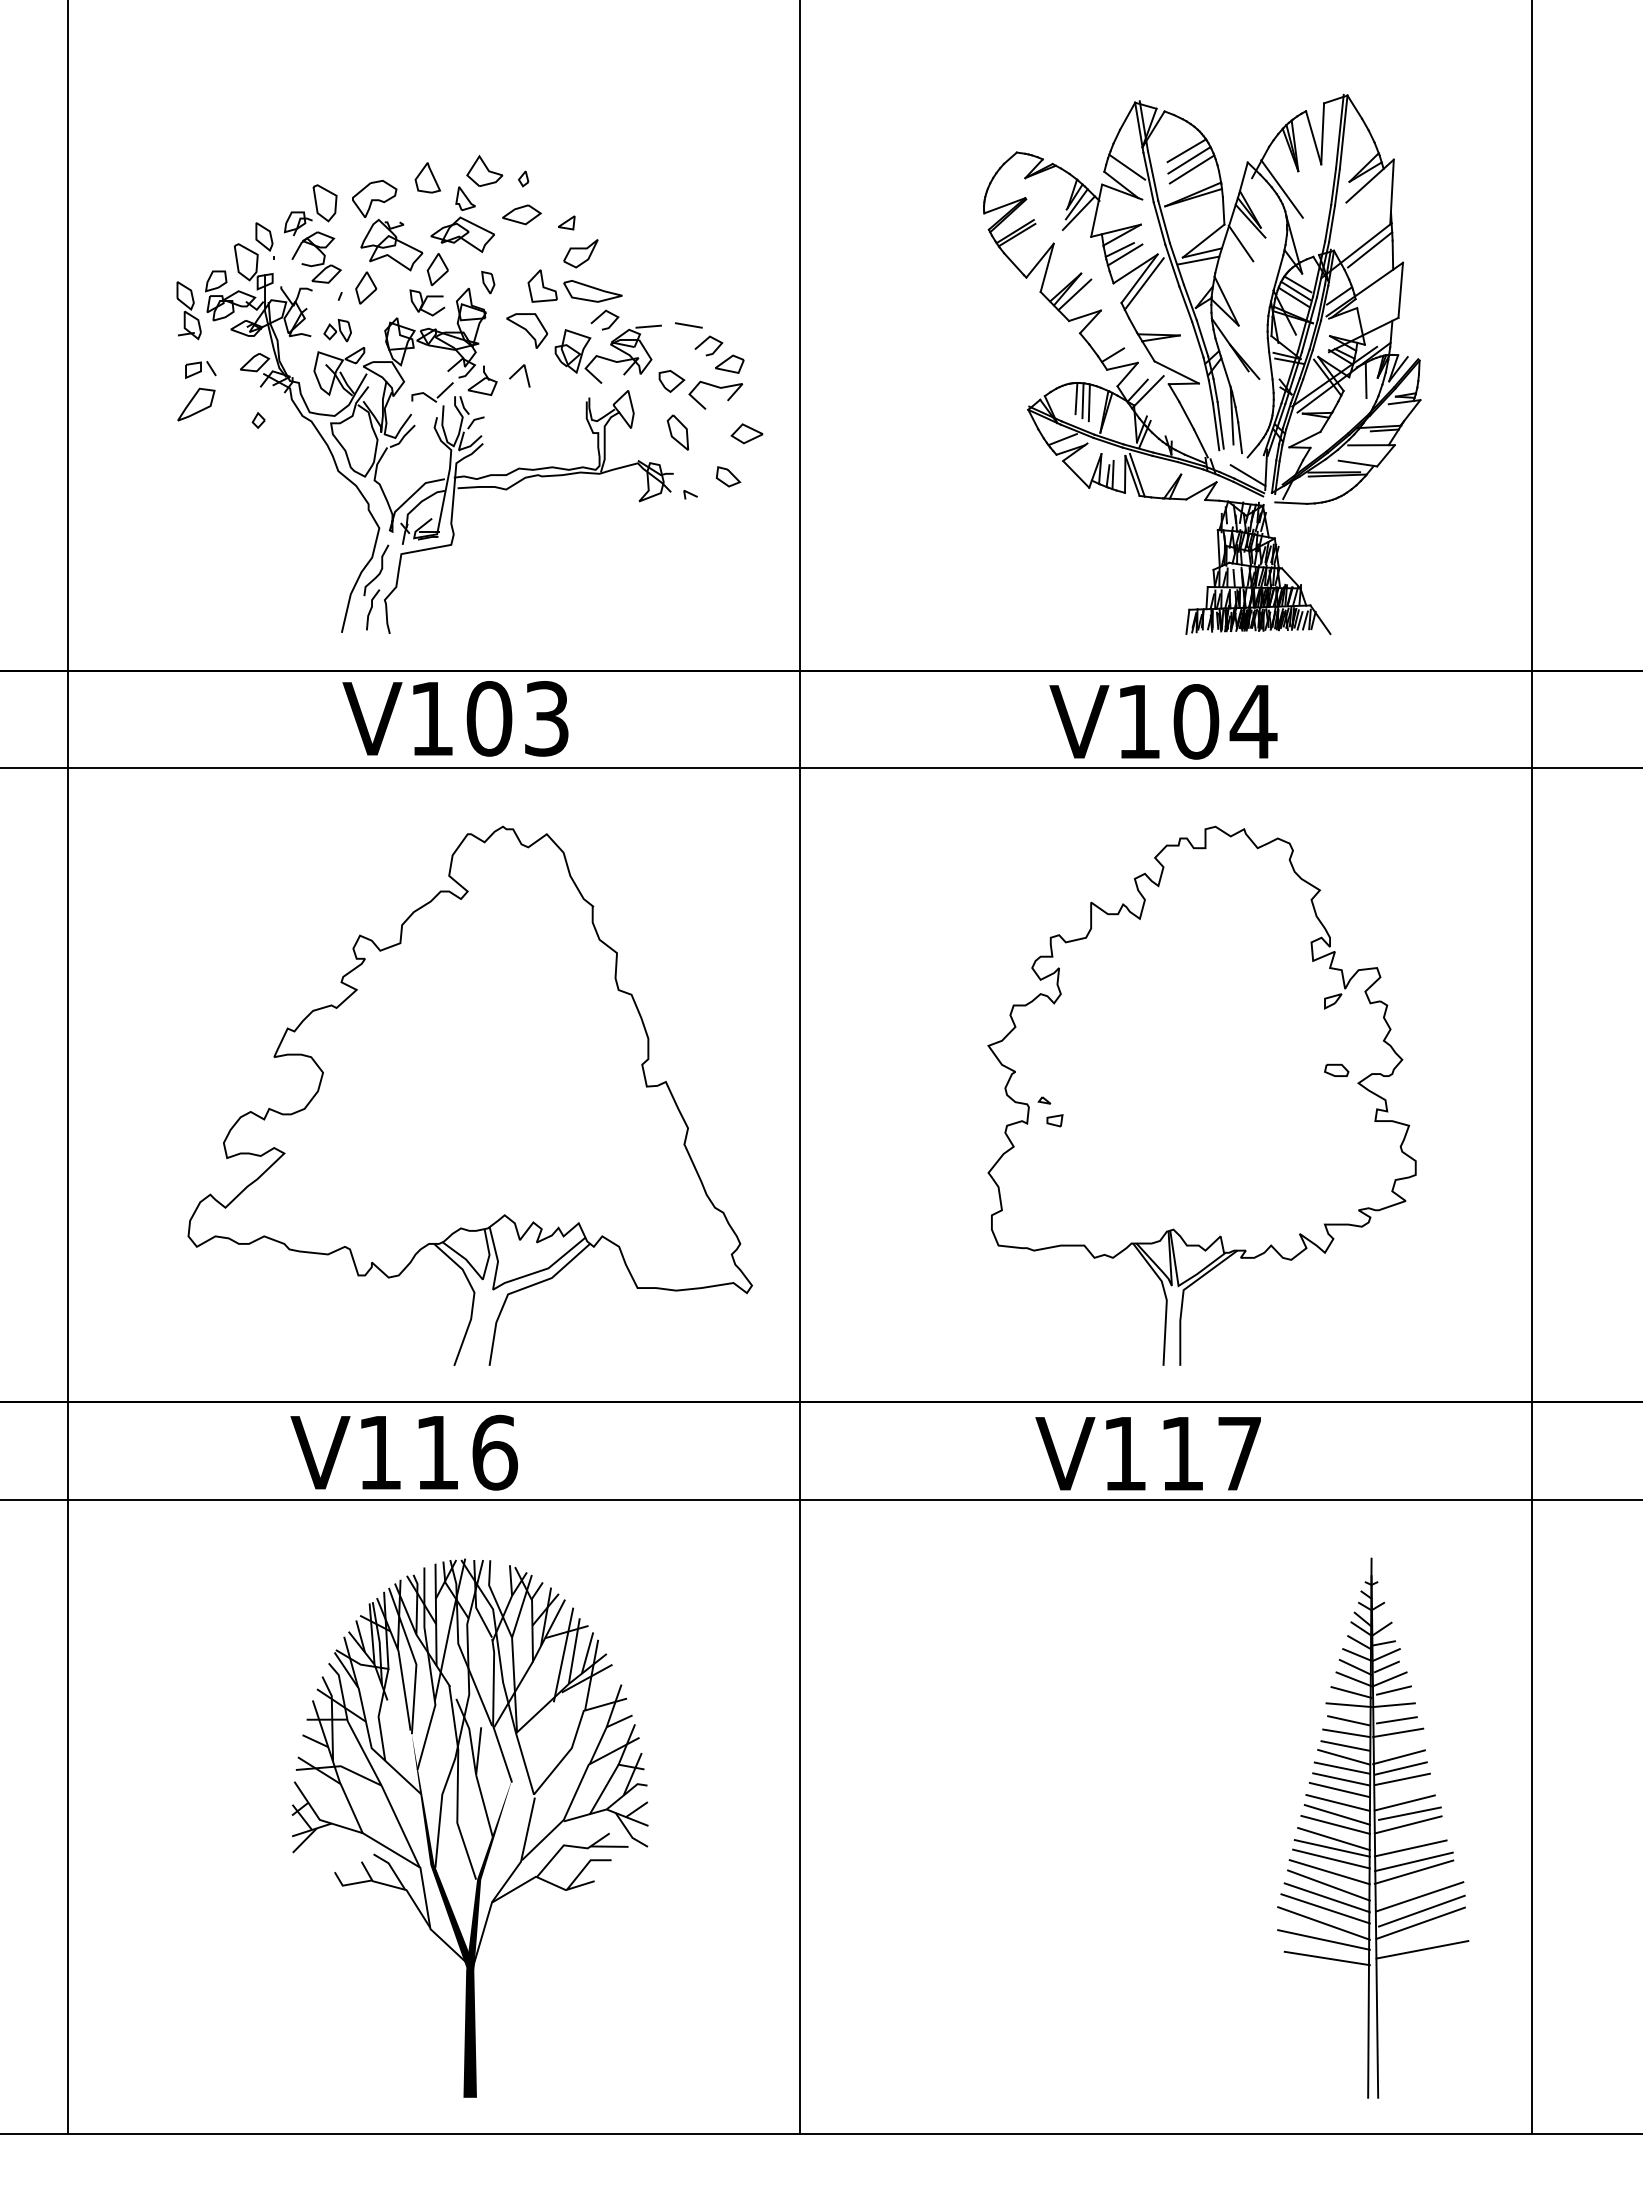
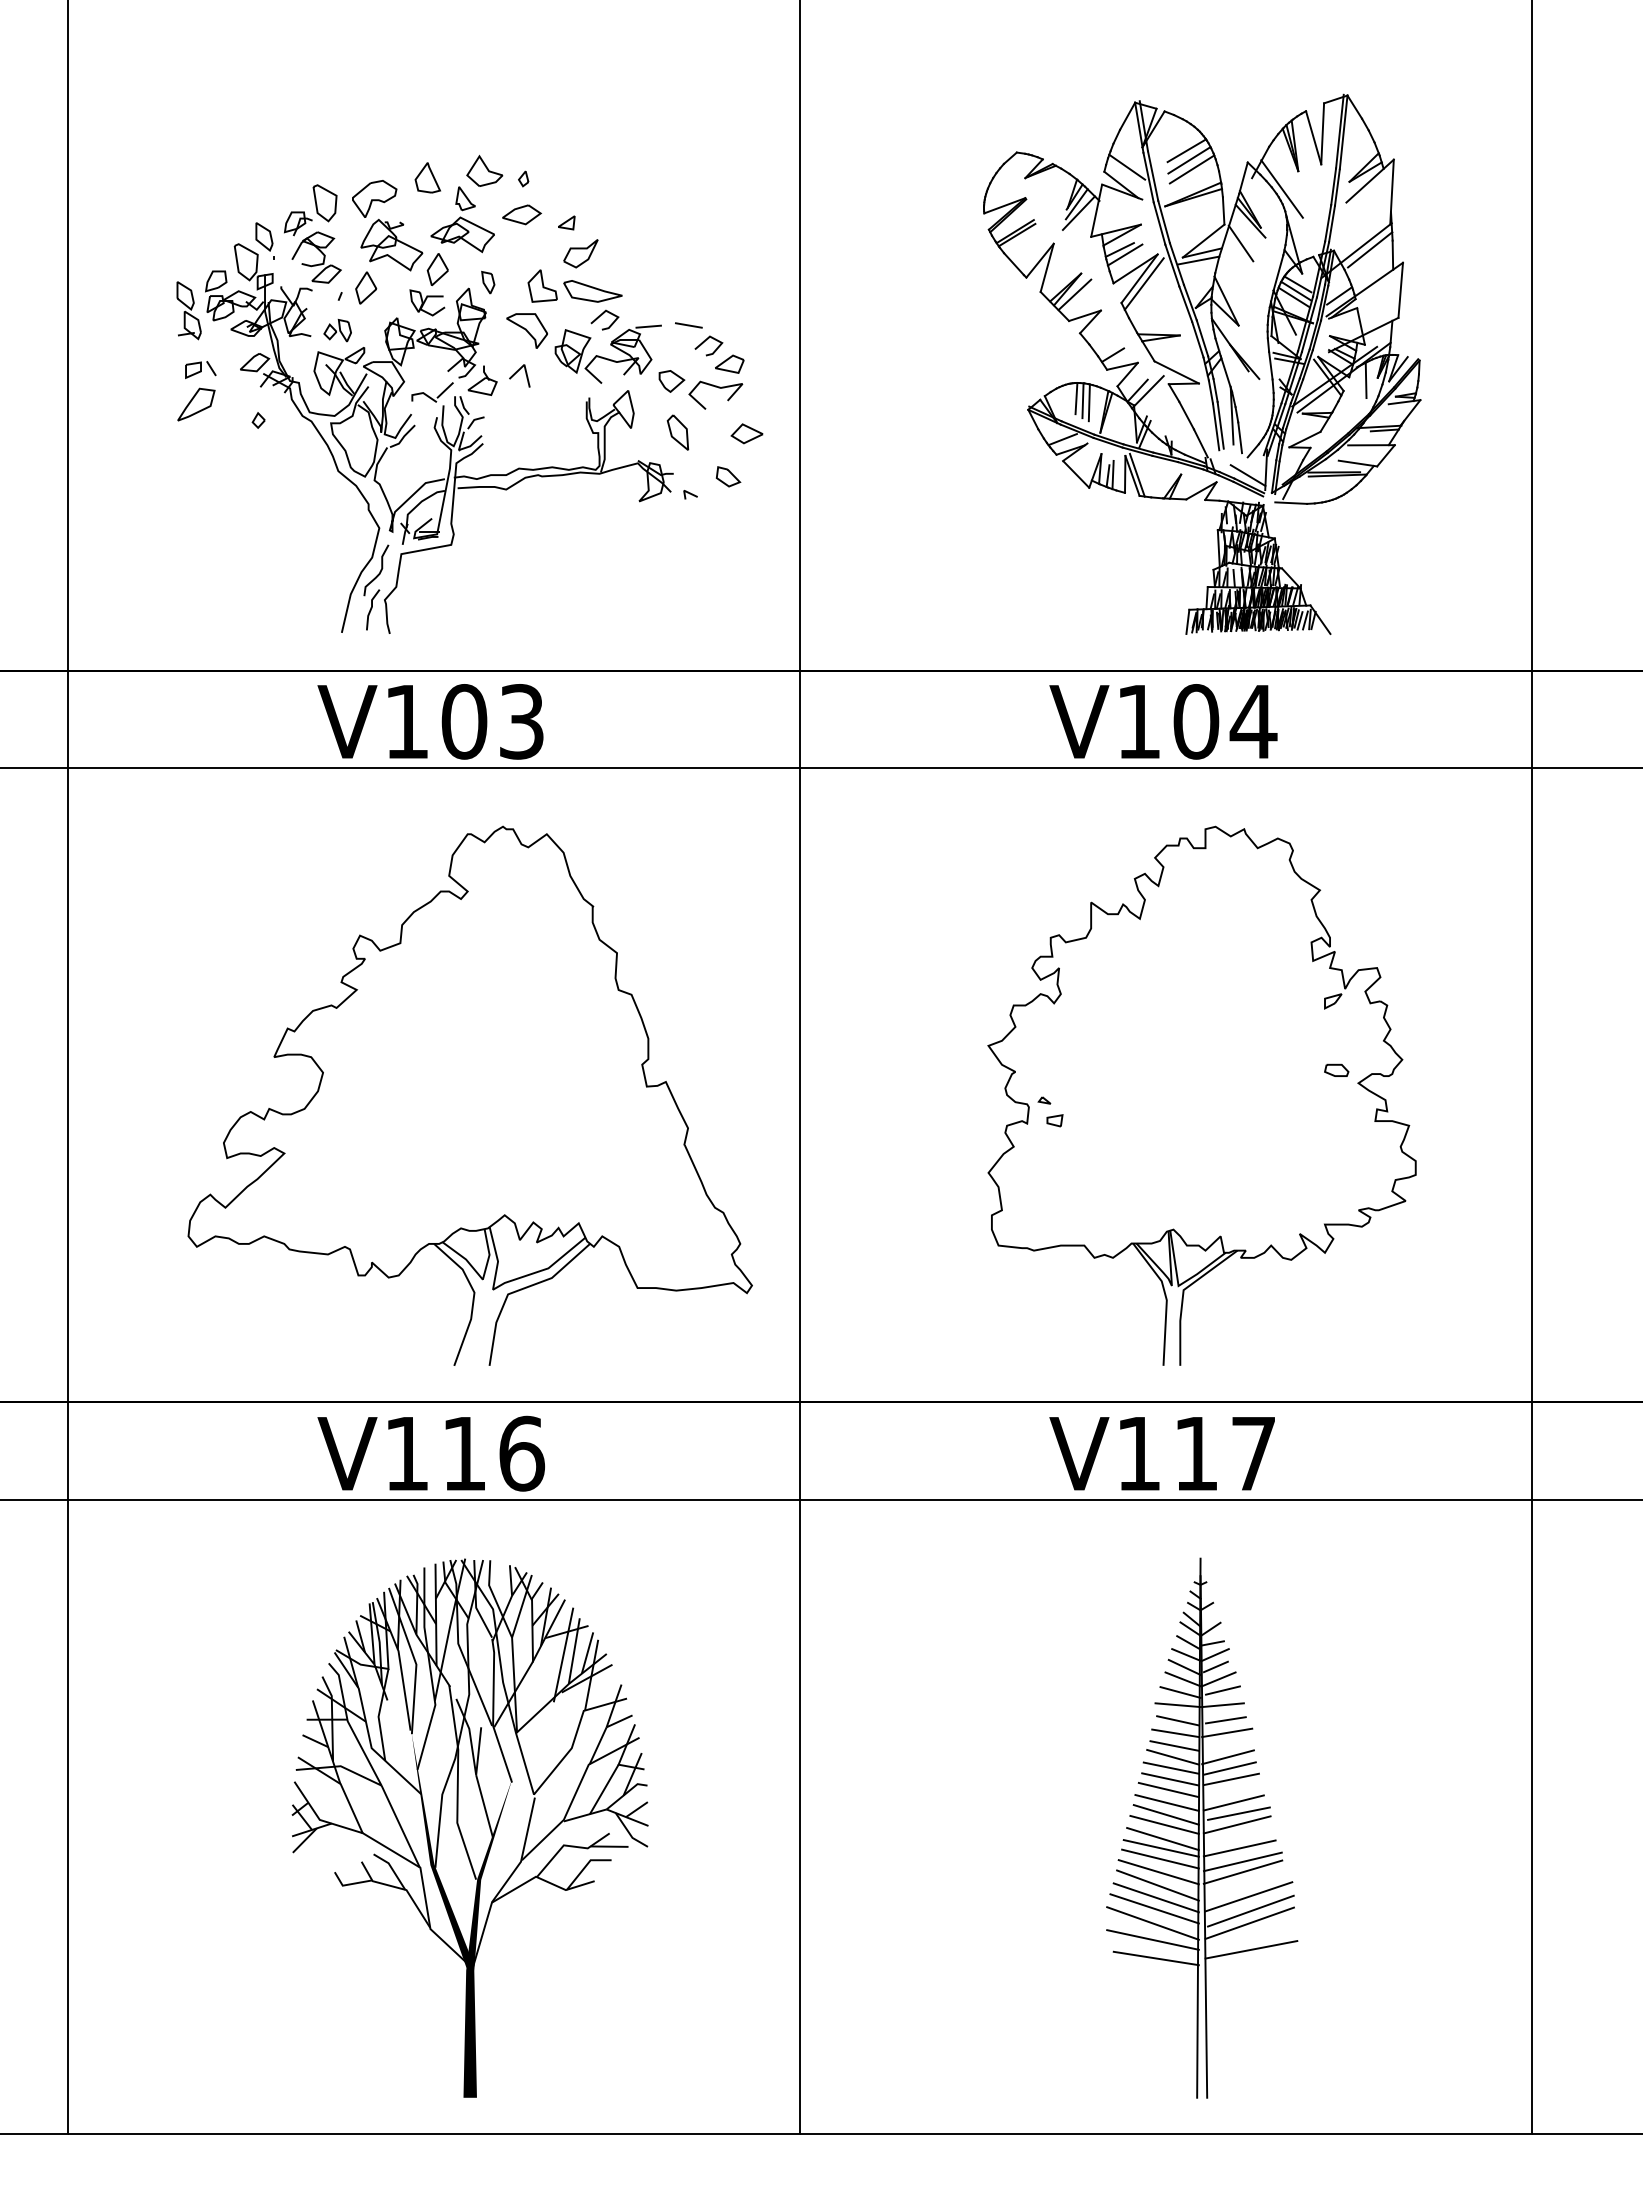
text at (455, 718) position: (455, 718) -> (430, 721)
text at (403, 1452) position: (403, 1452) -> (430, 1453)
text at (1147, 1453) position: (1147, 1453) -> (1161, 1453)
part at (1373, 1827) position: (1373, 1827) -> (1202, 1827)
